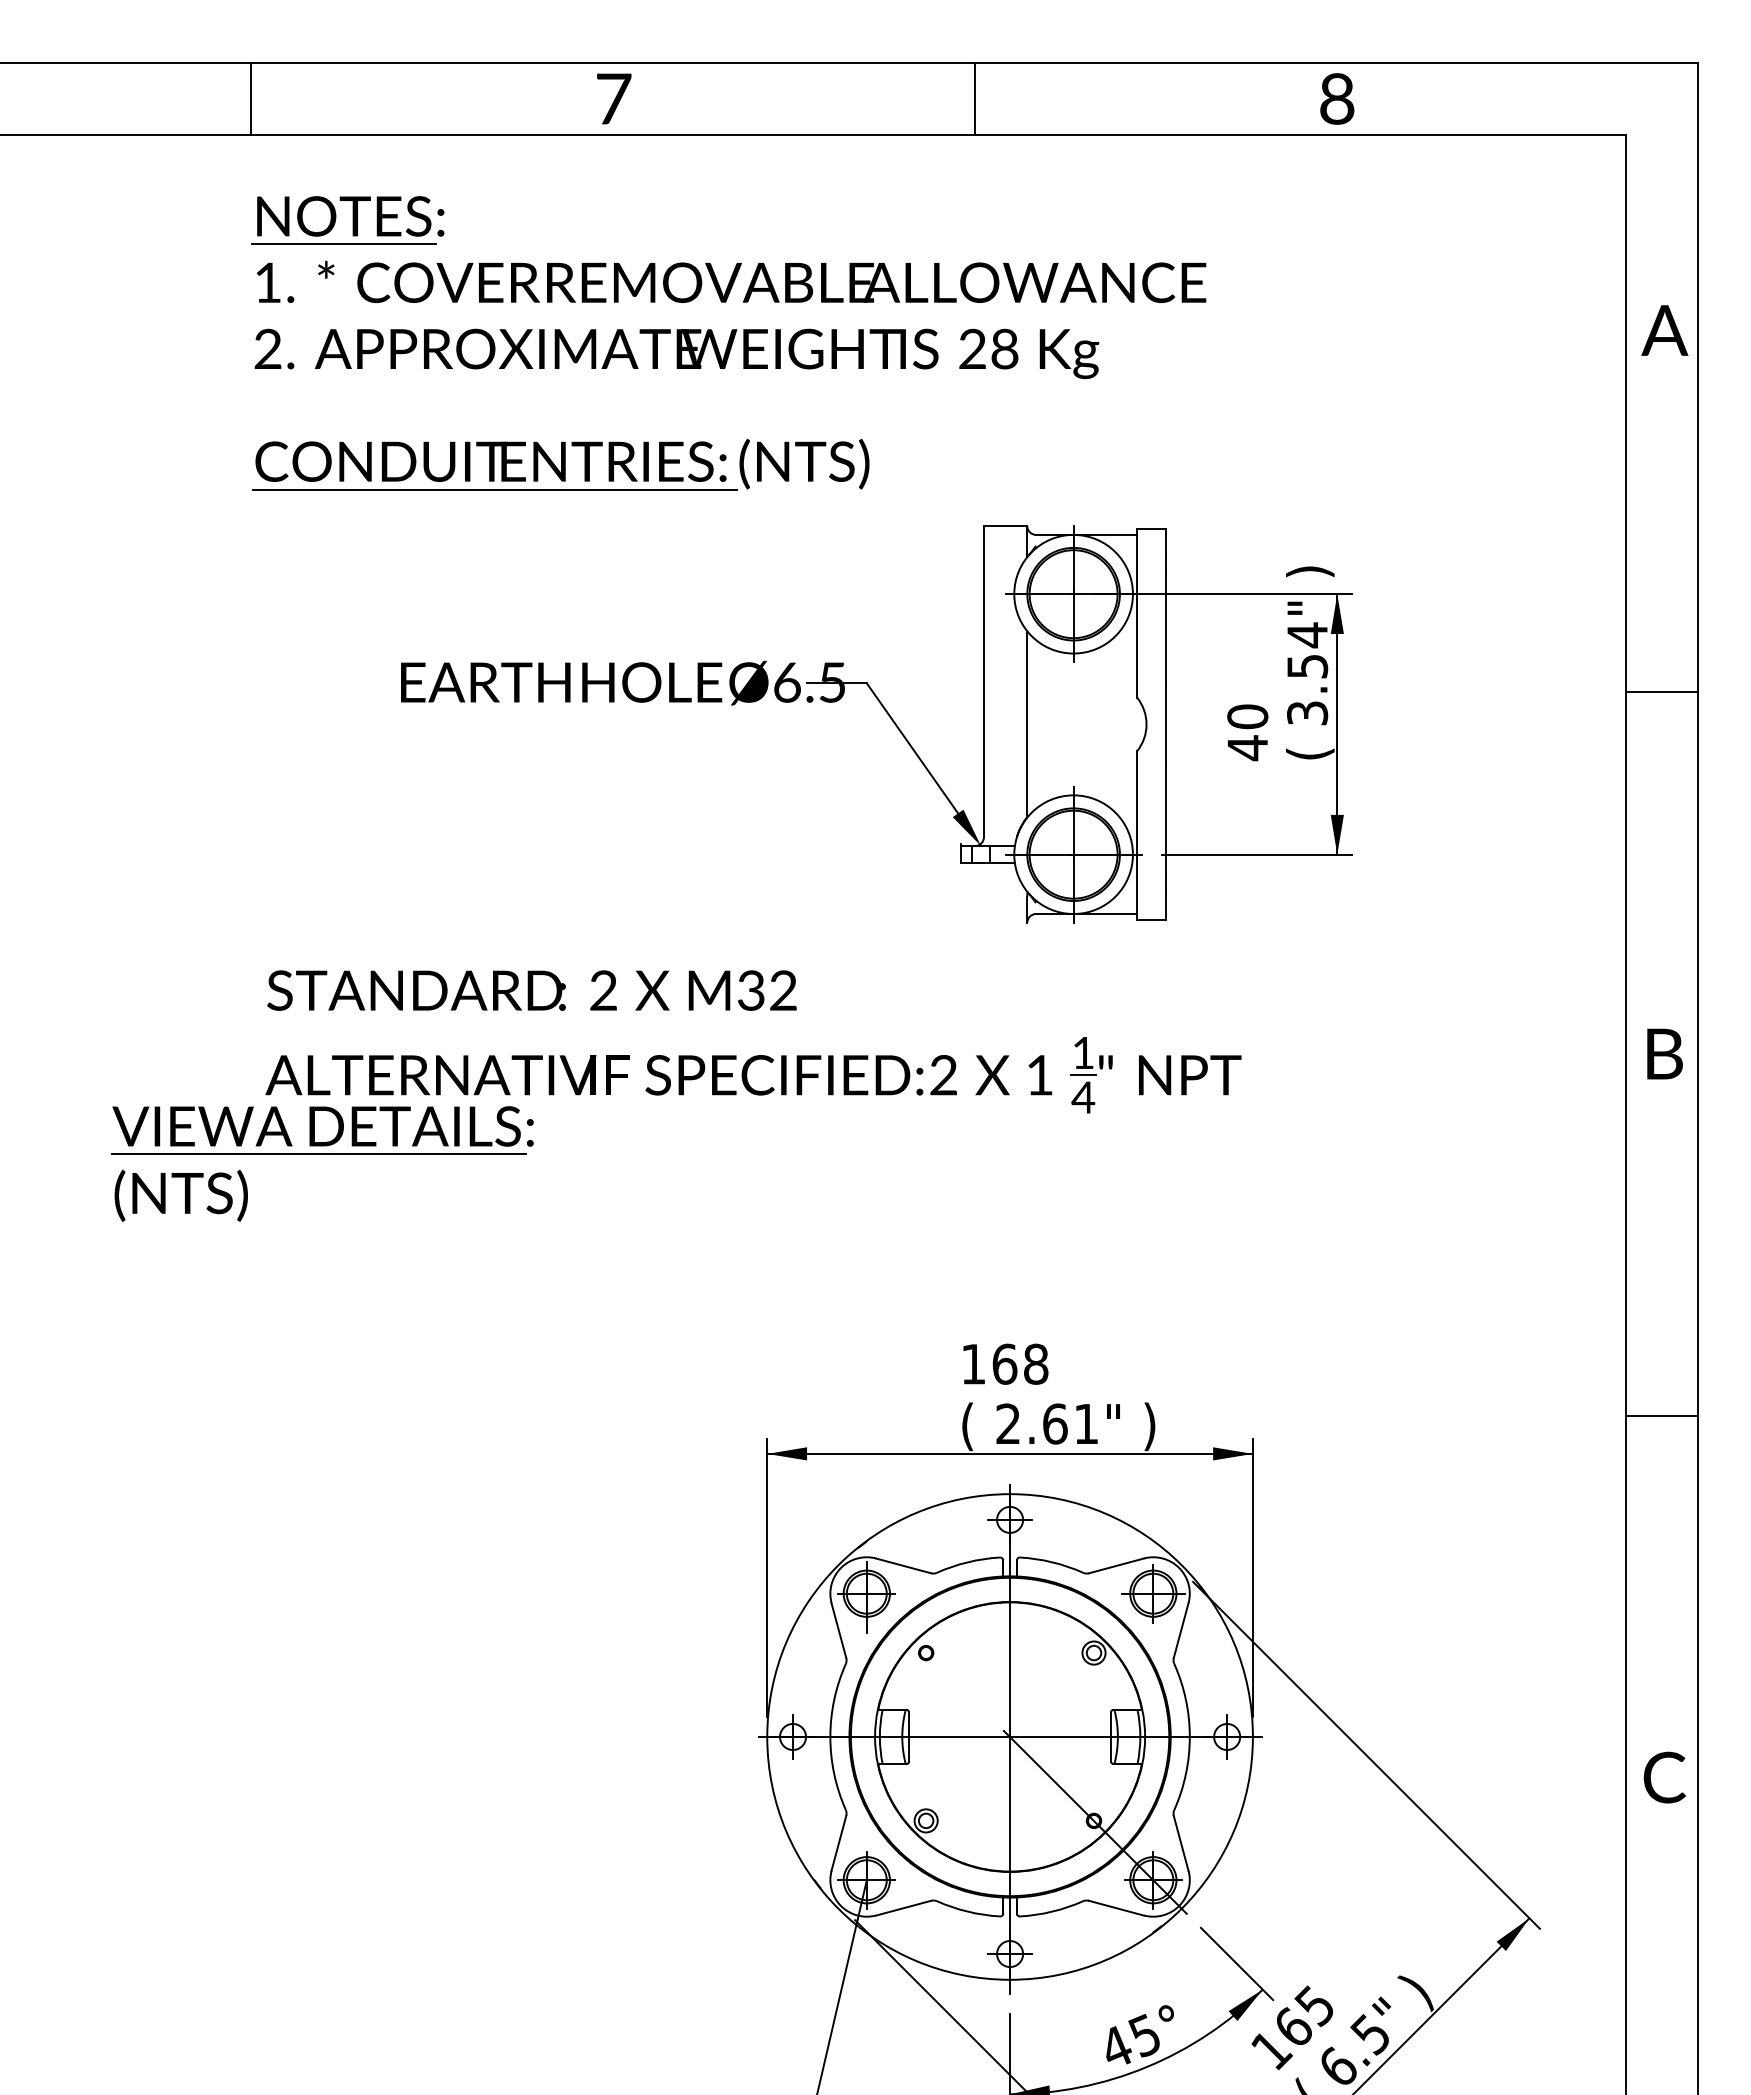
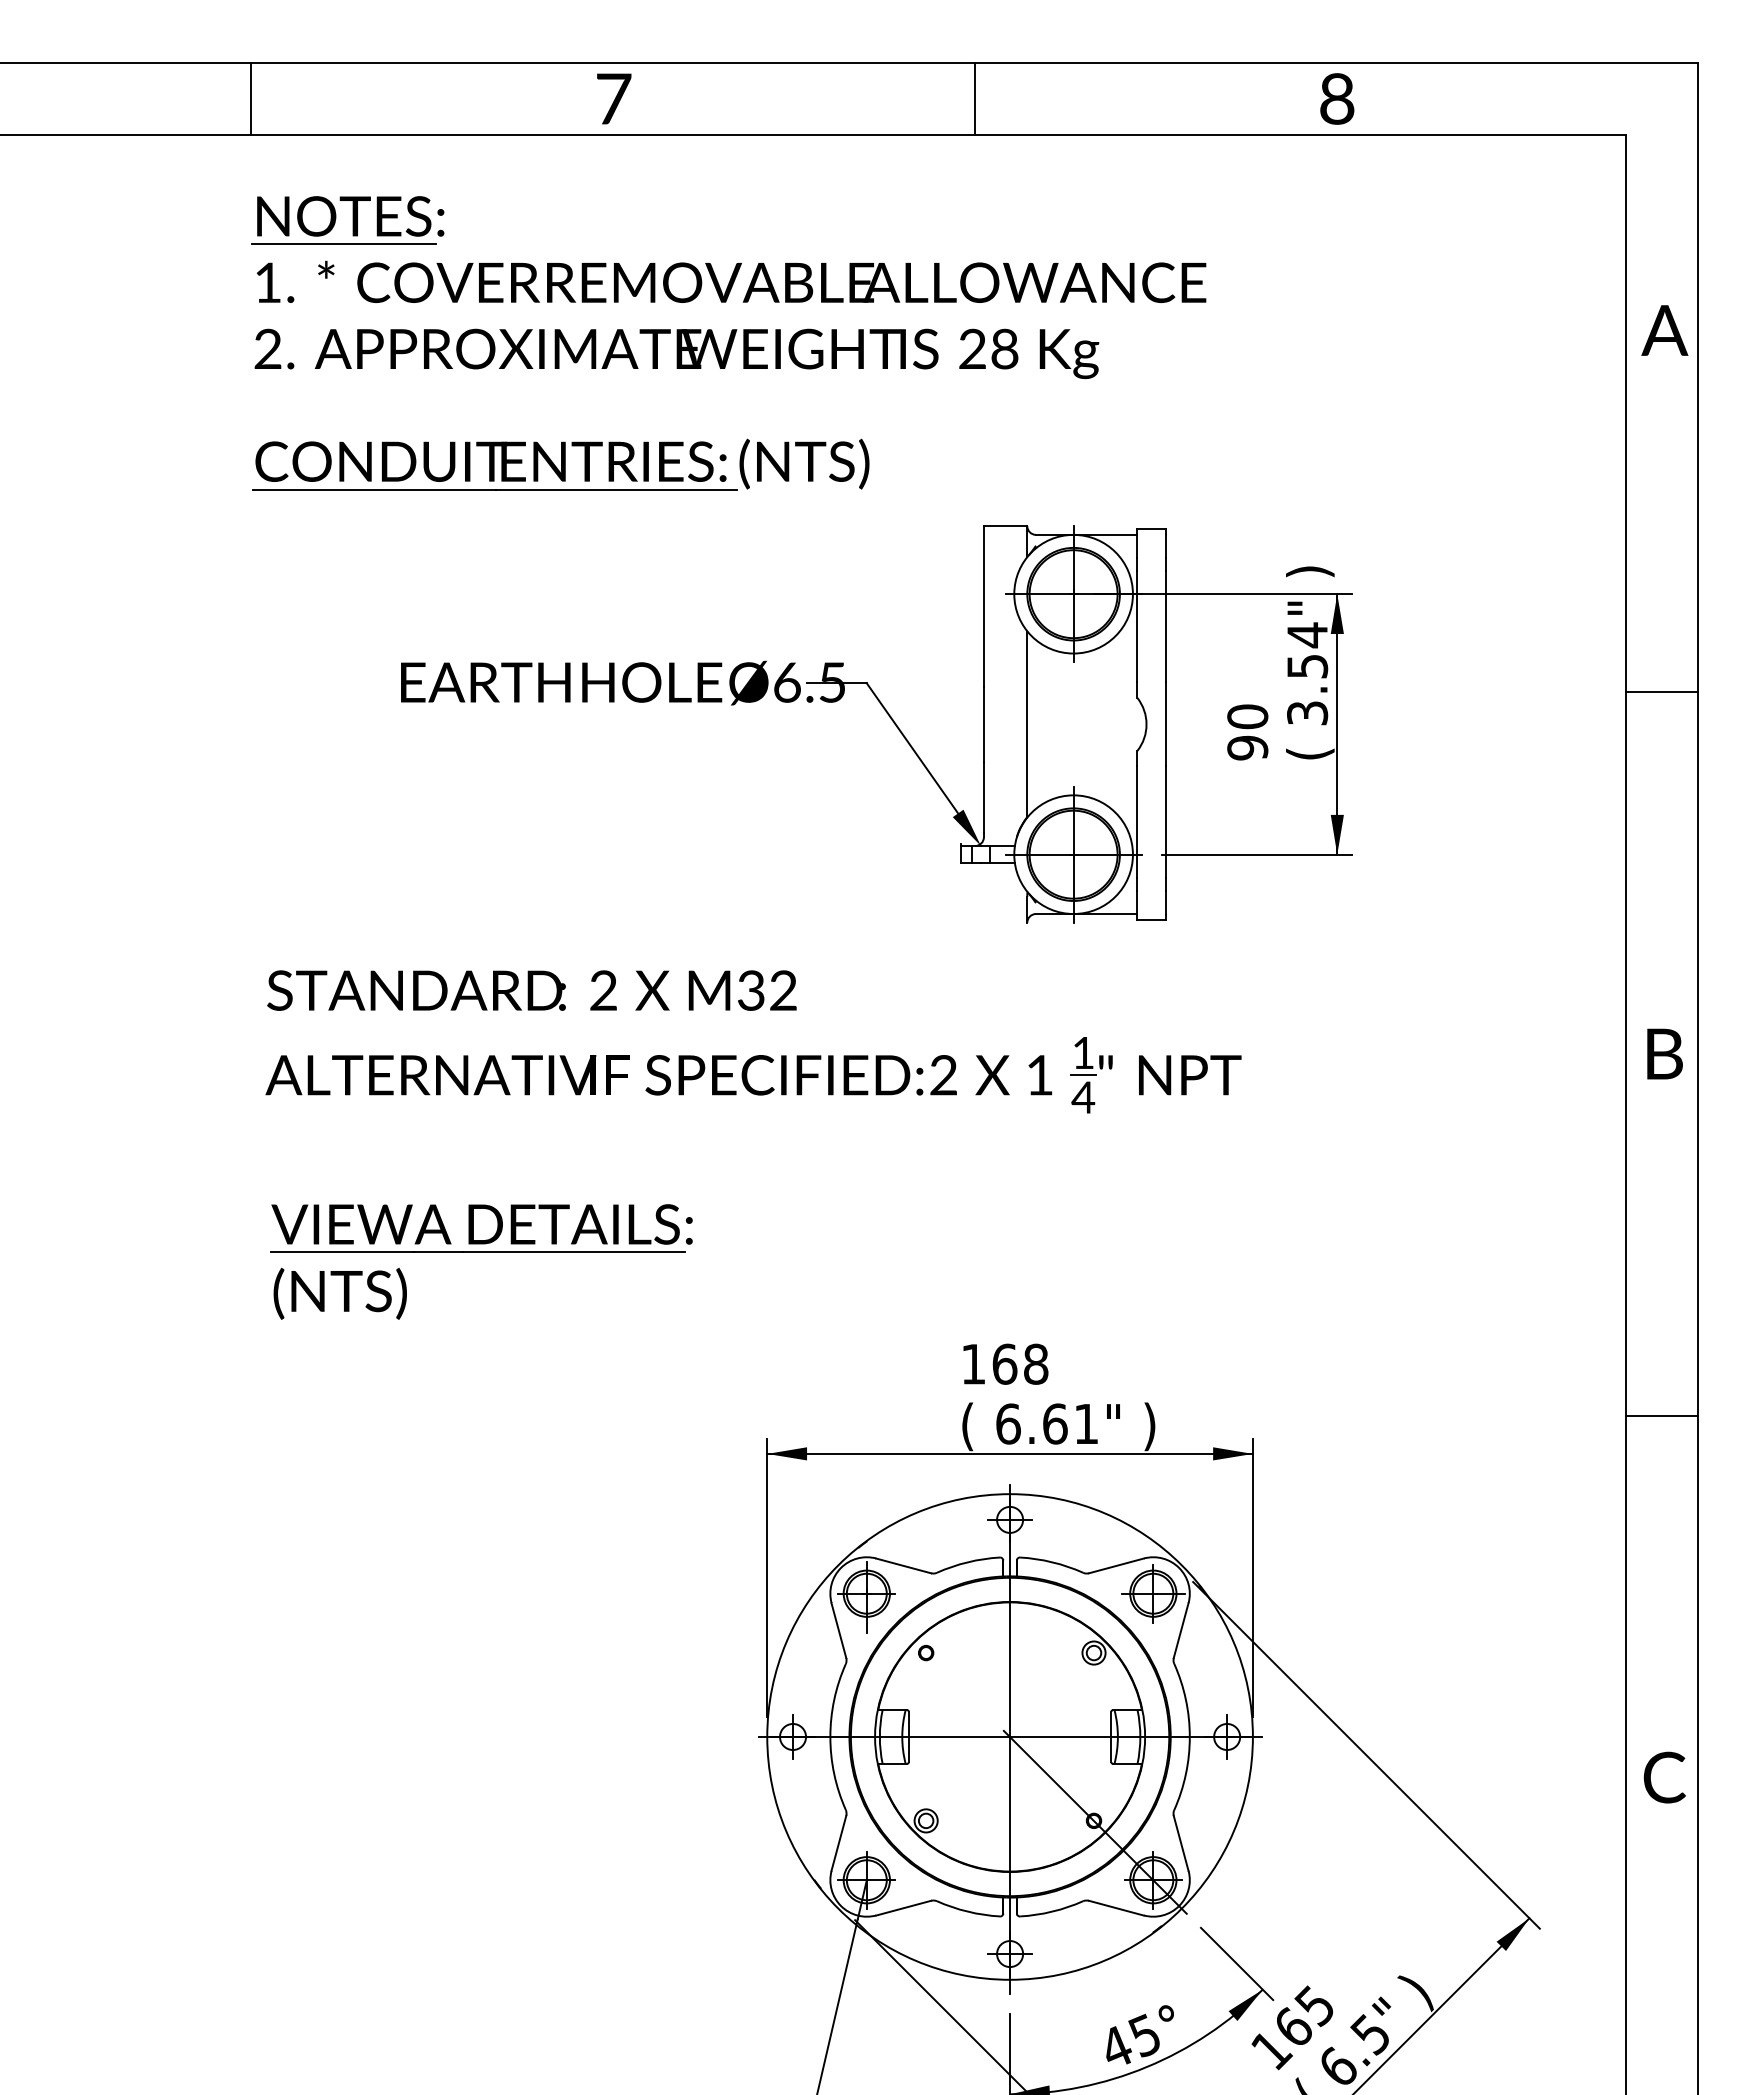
text at (1247, 748): 40 -> 90
part at (322, 1154) position: (322, 1154) -> (481, 1252)
text at (1008, 1423): 2.61" -> 6.61"
